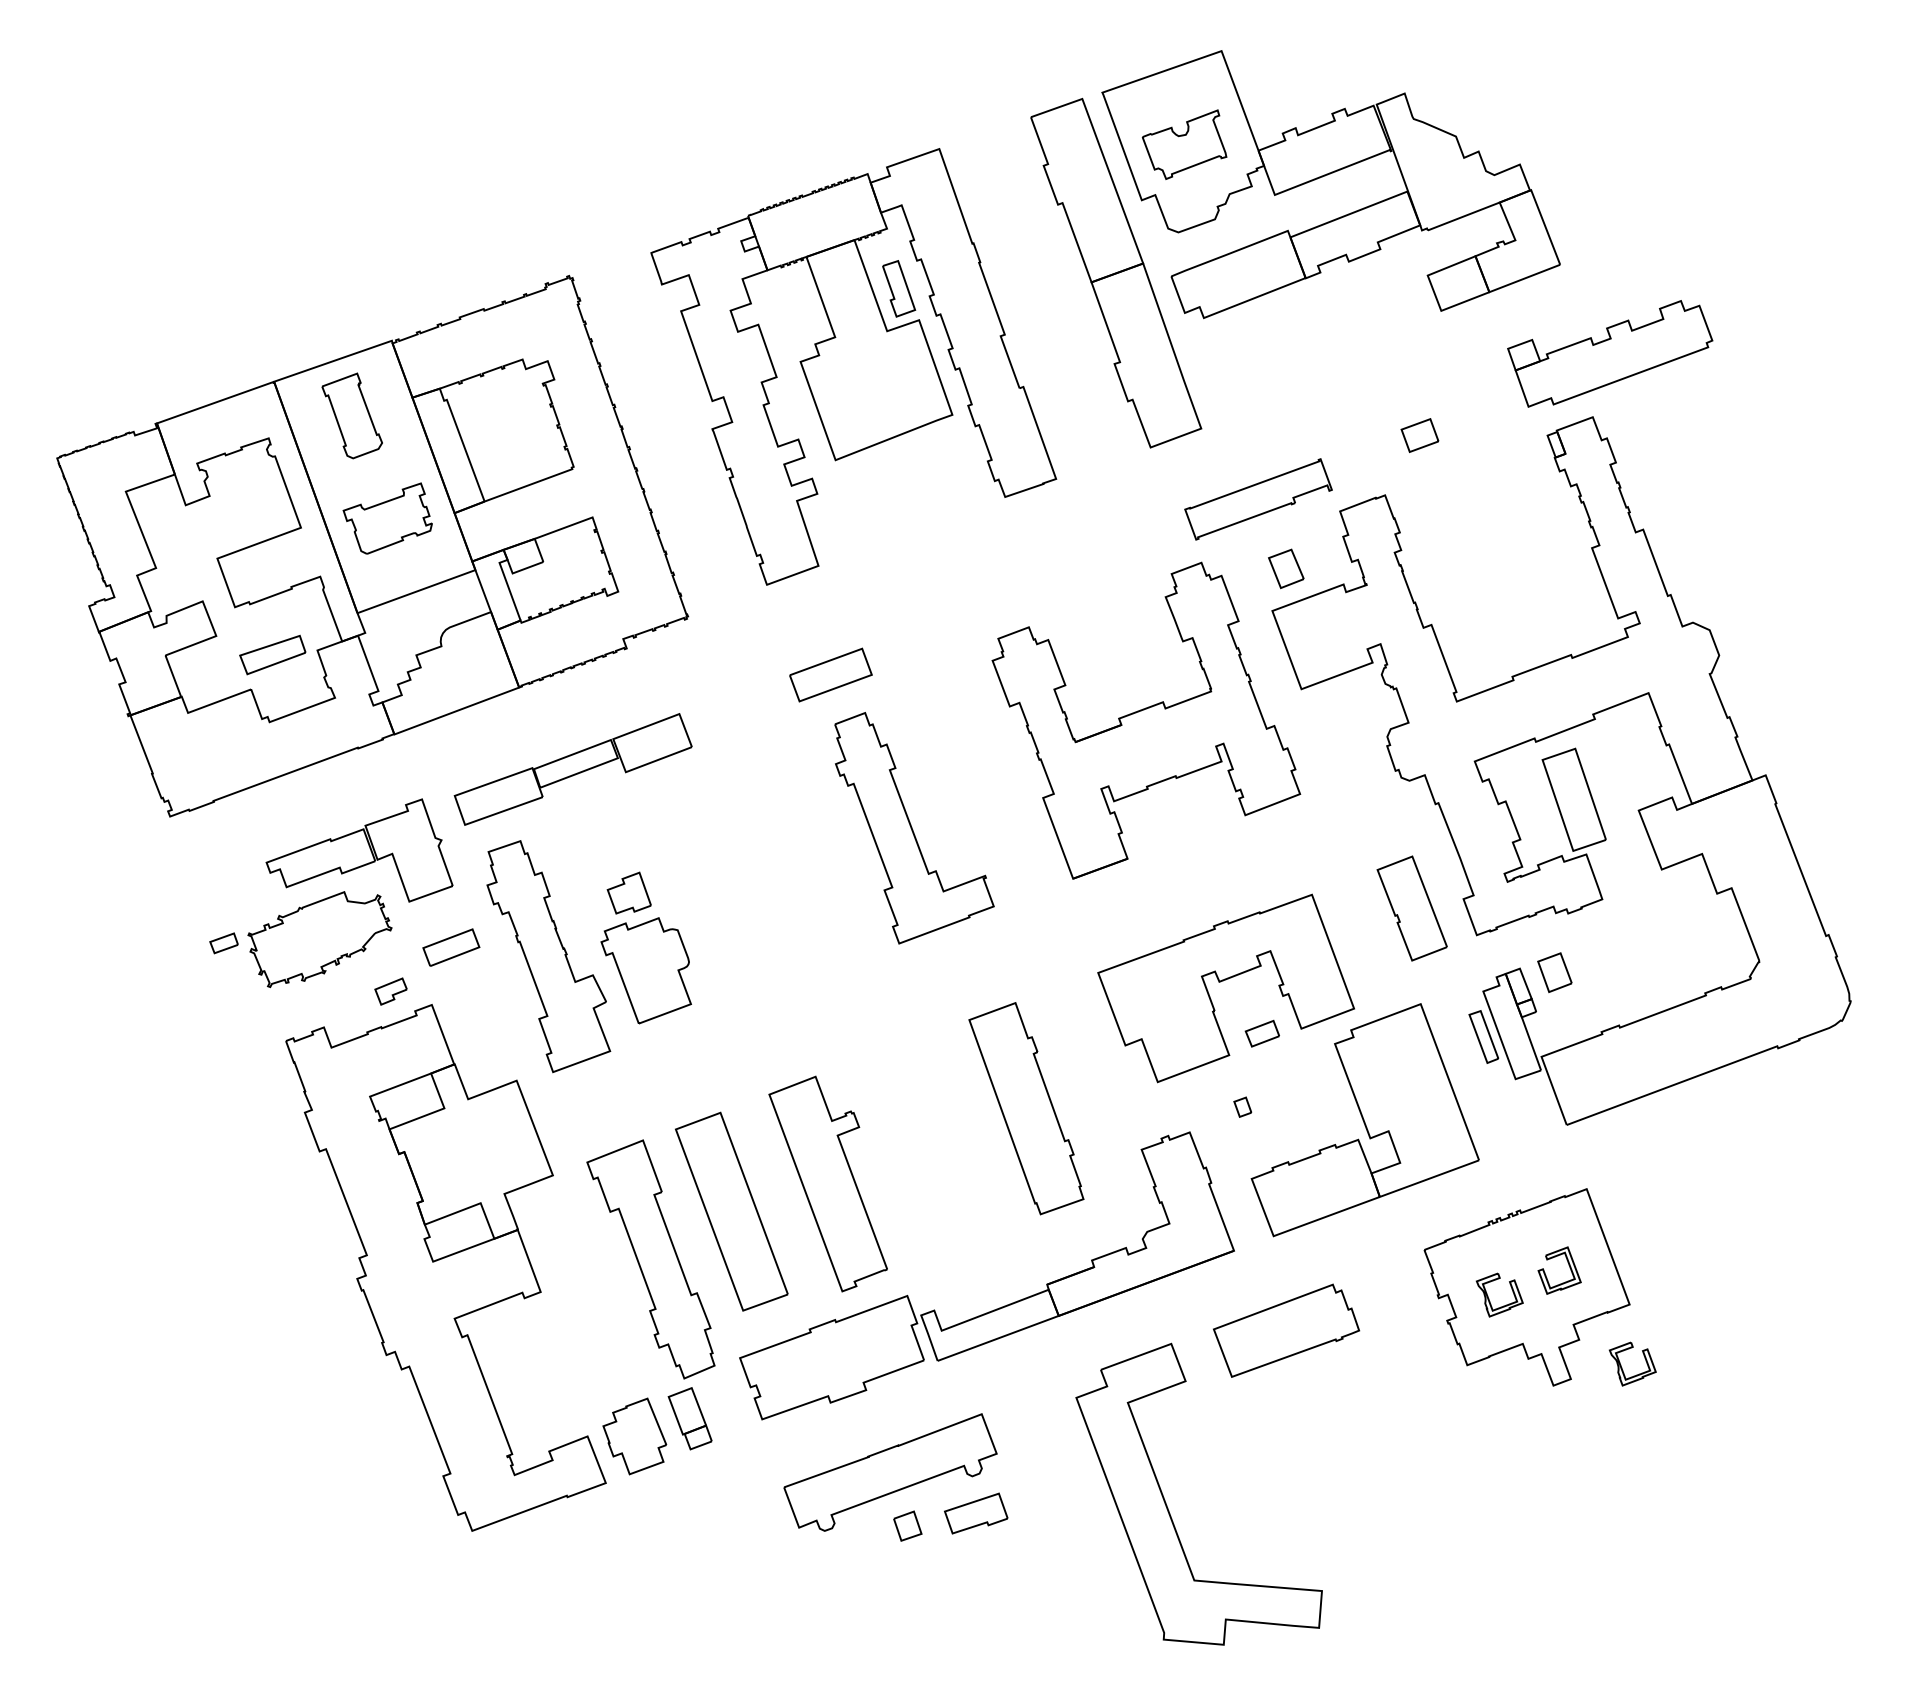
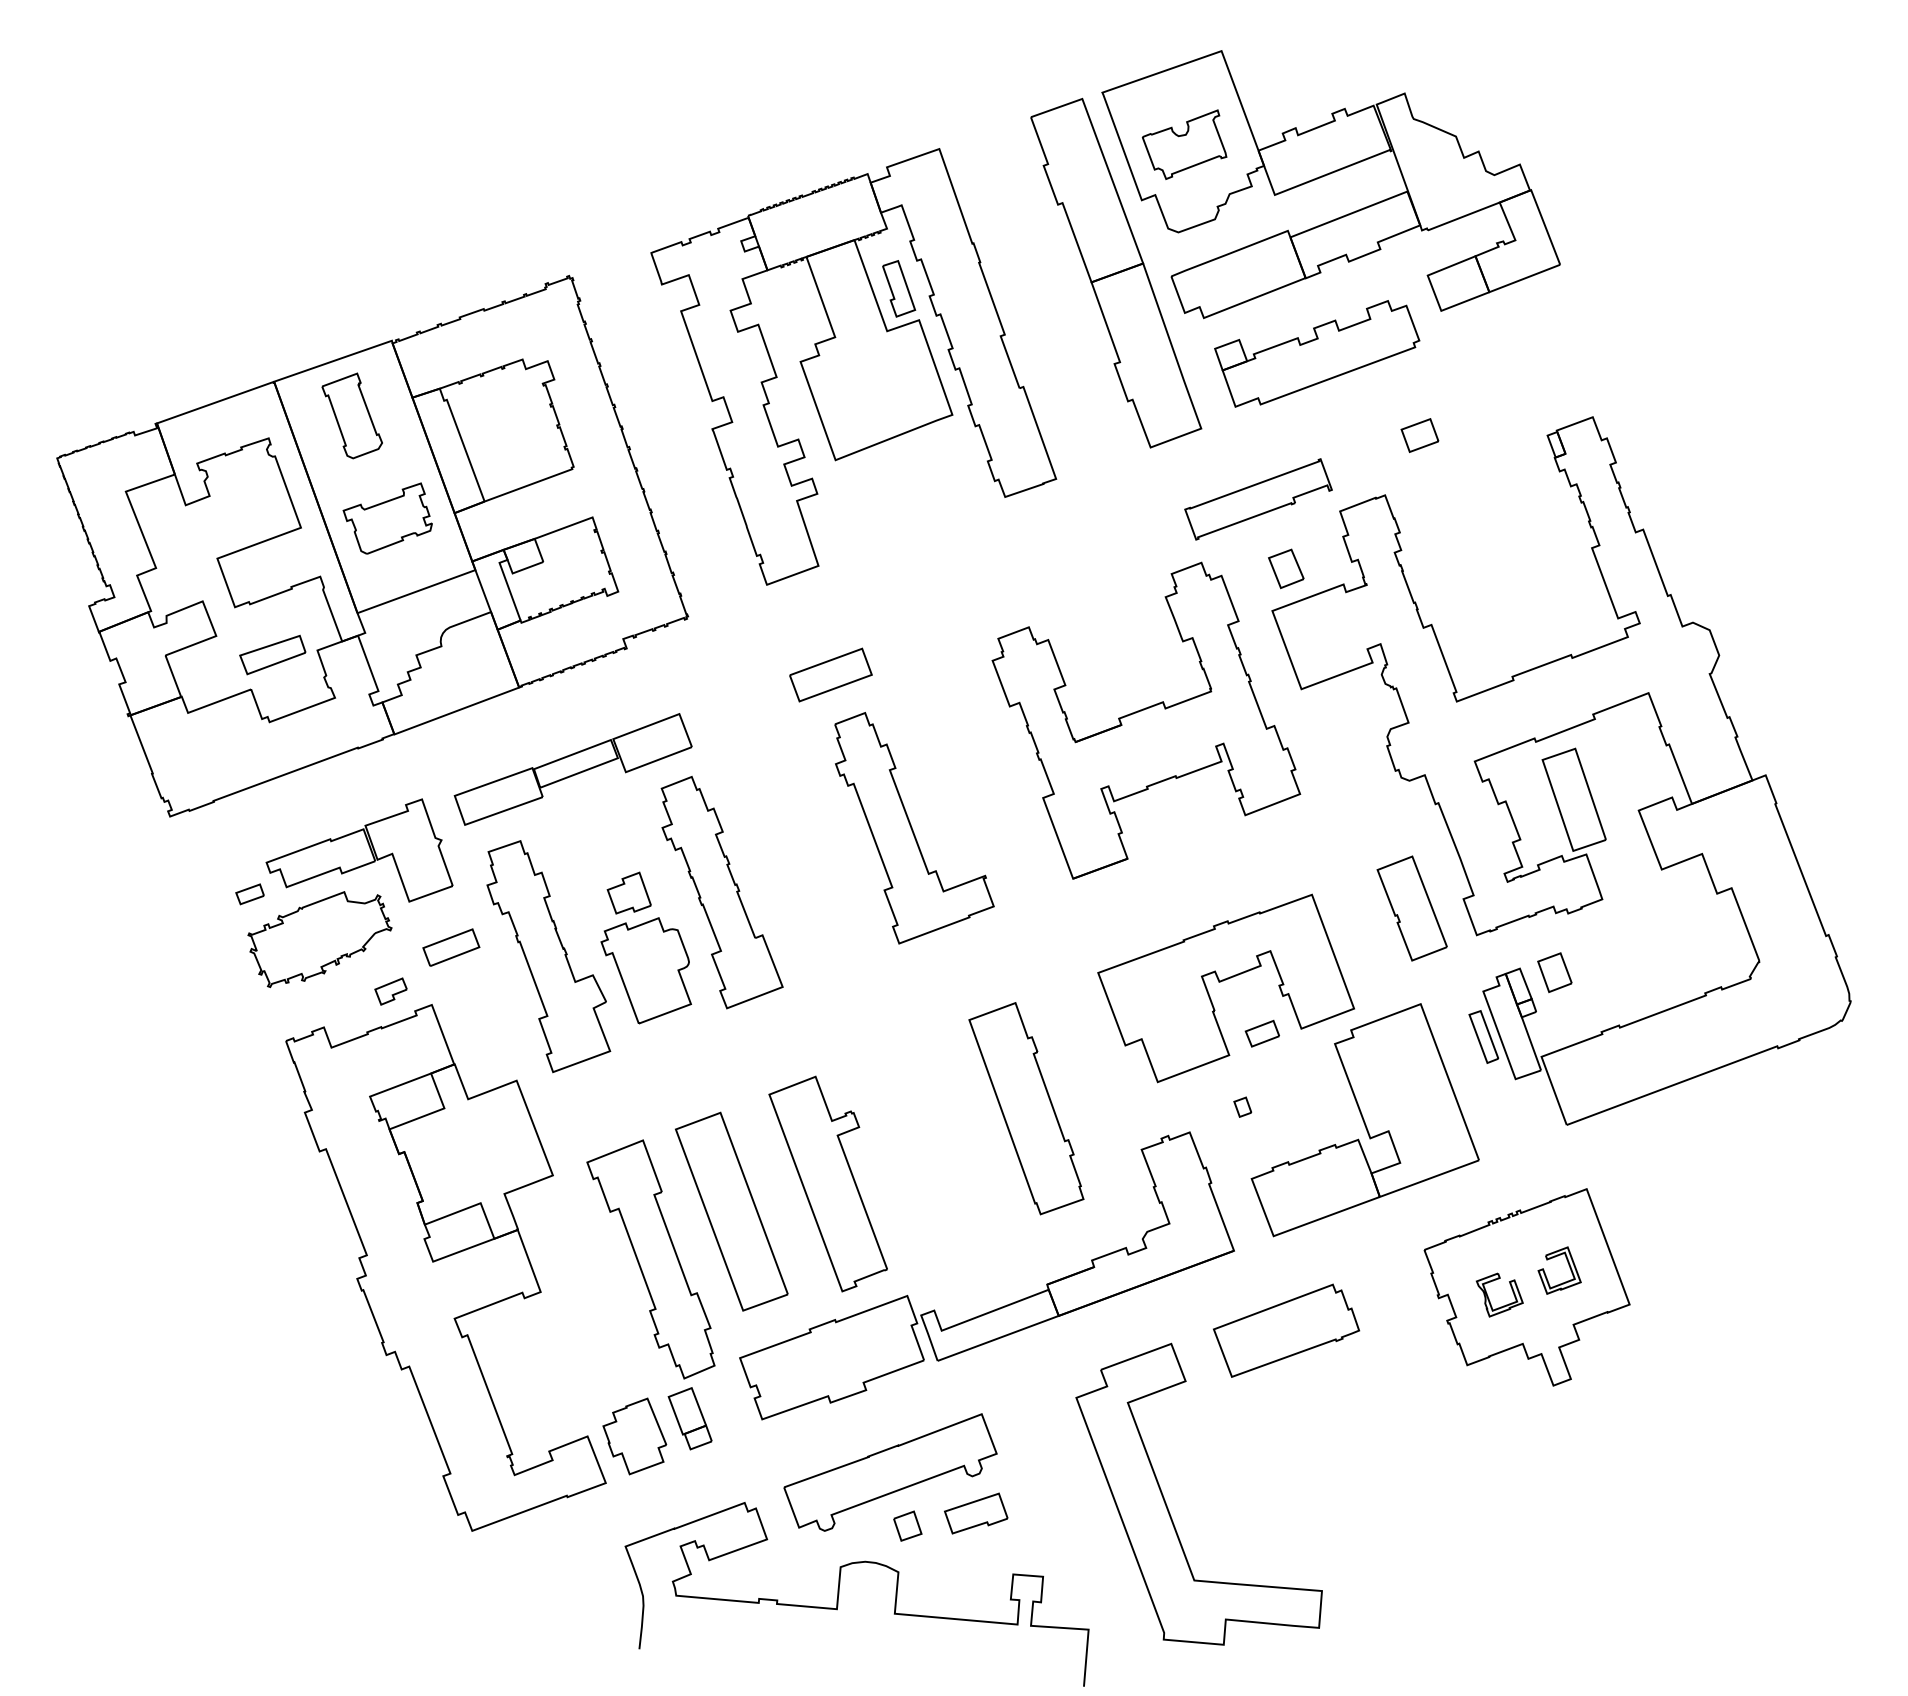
part at (1610, 353) position: (1610, 353) -> (1317, 353)
part at (721, 892): none -> present
part at (223, 943) position: (223, 943) -> (249, 894)
part at (1622, 1367): present -> none
curve at (839, 1594): none -> present
